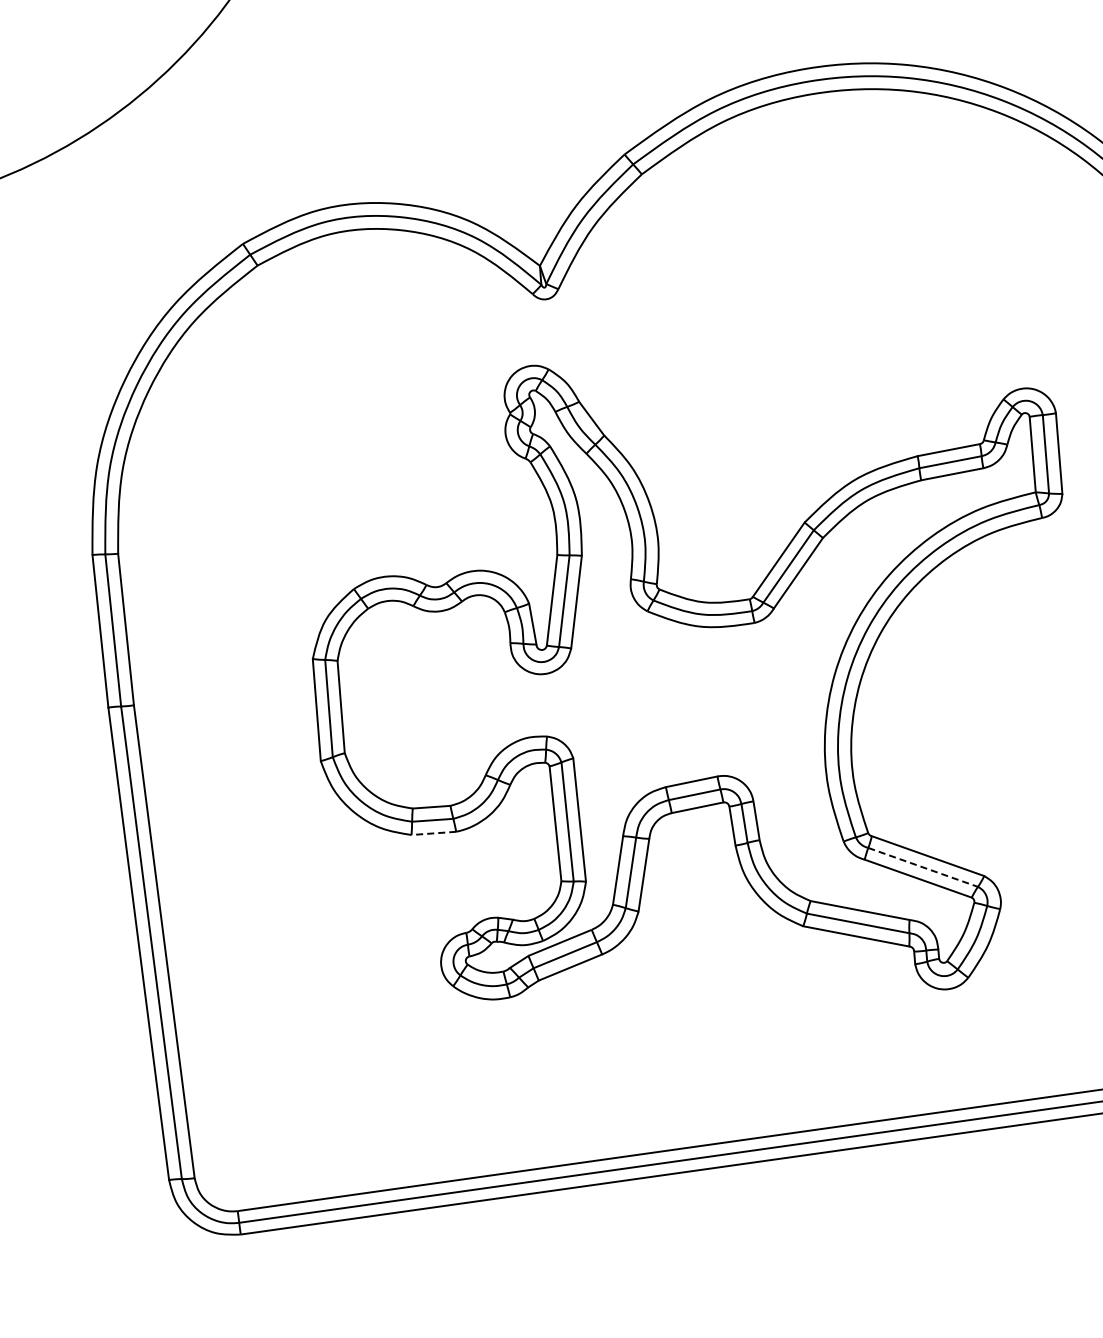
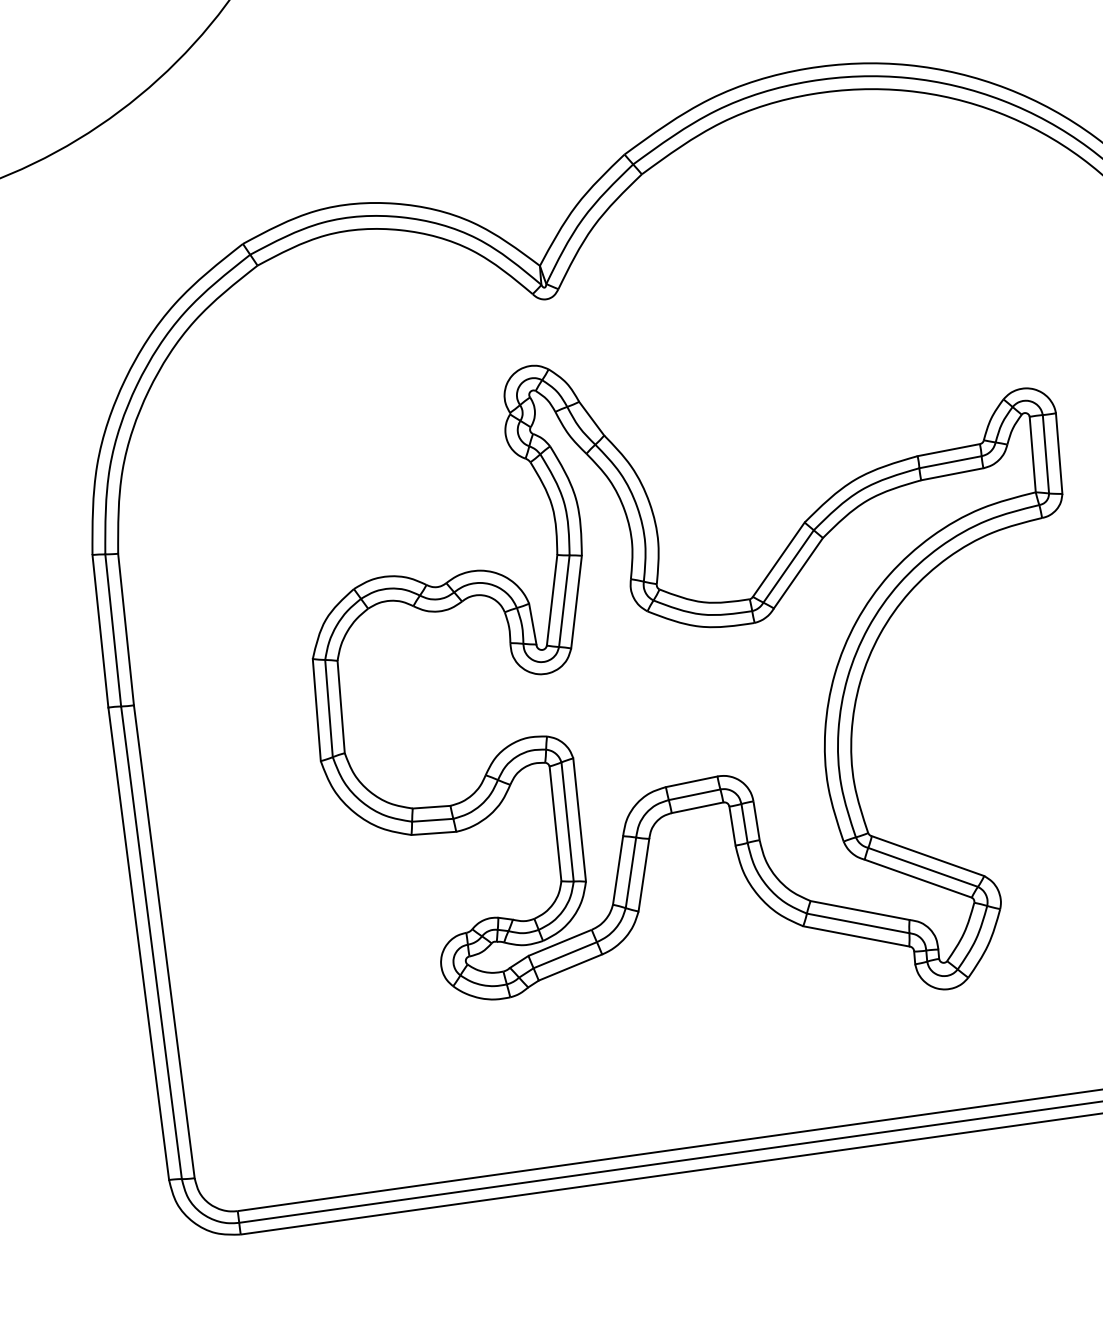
line at (433, 833): dashed -> solid
line at (923, 867): dashed -> solid
